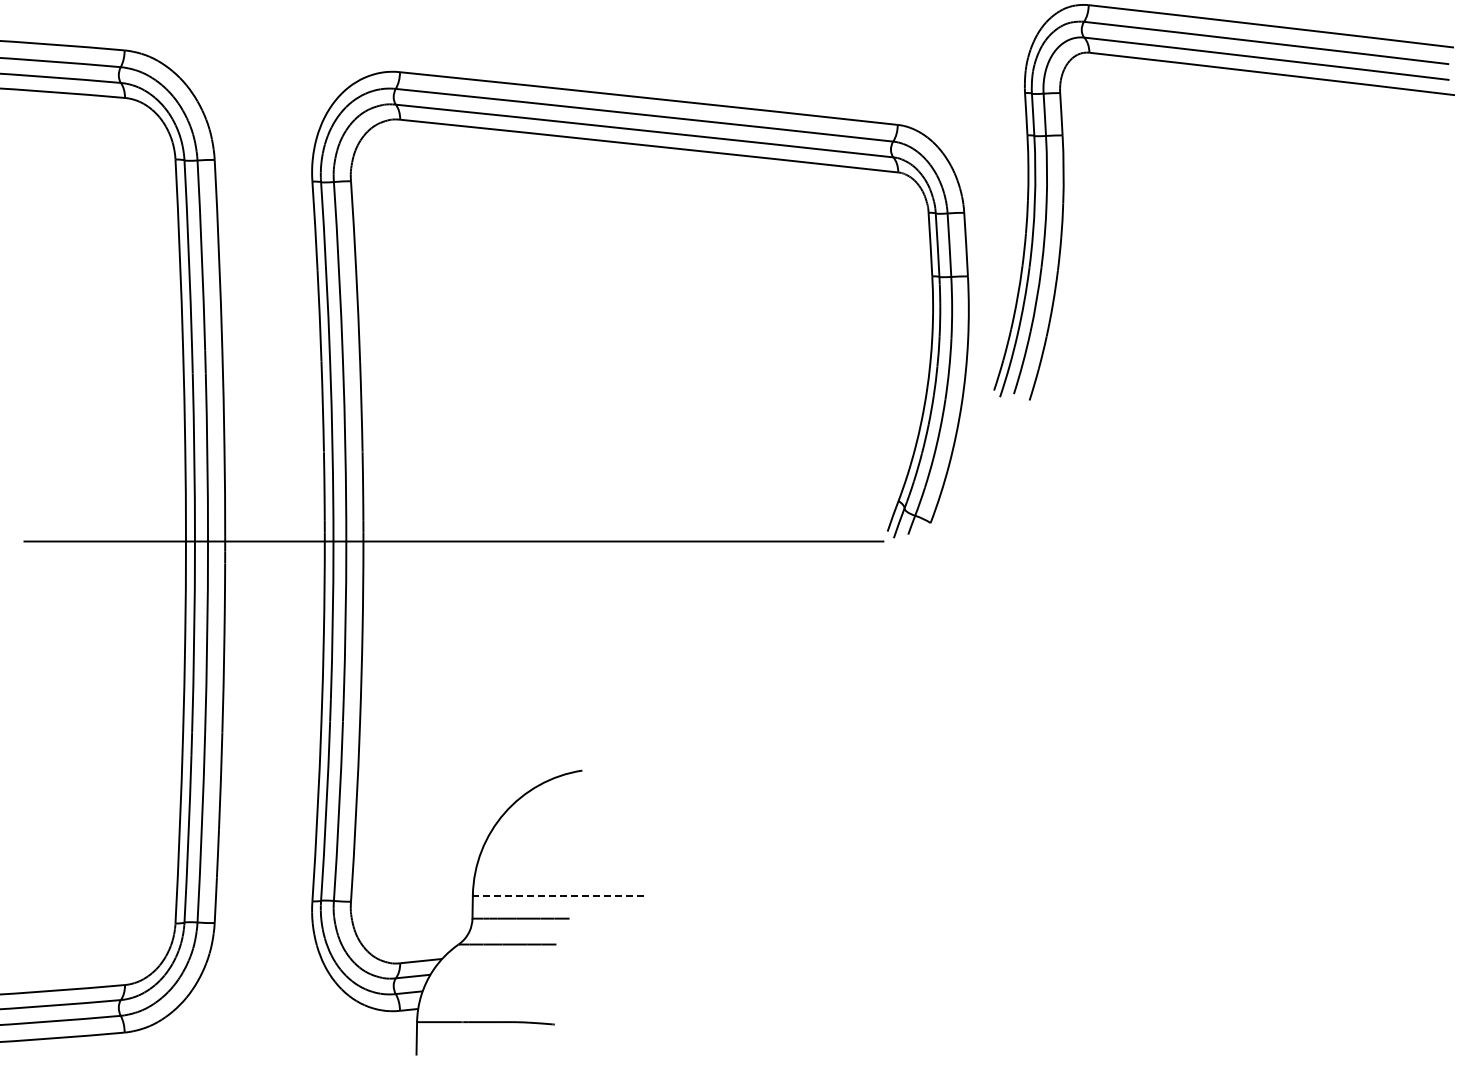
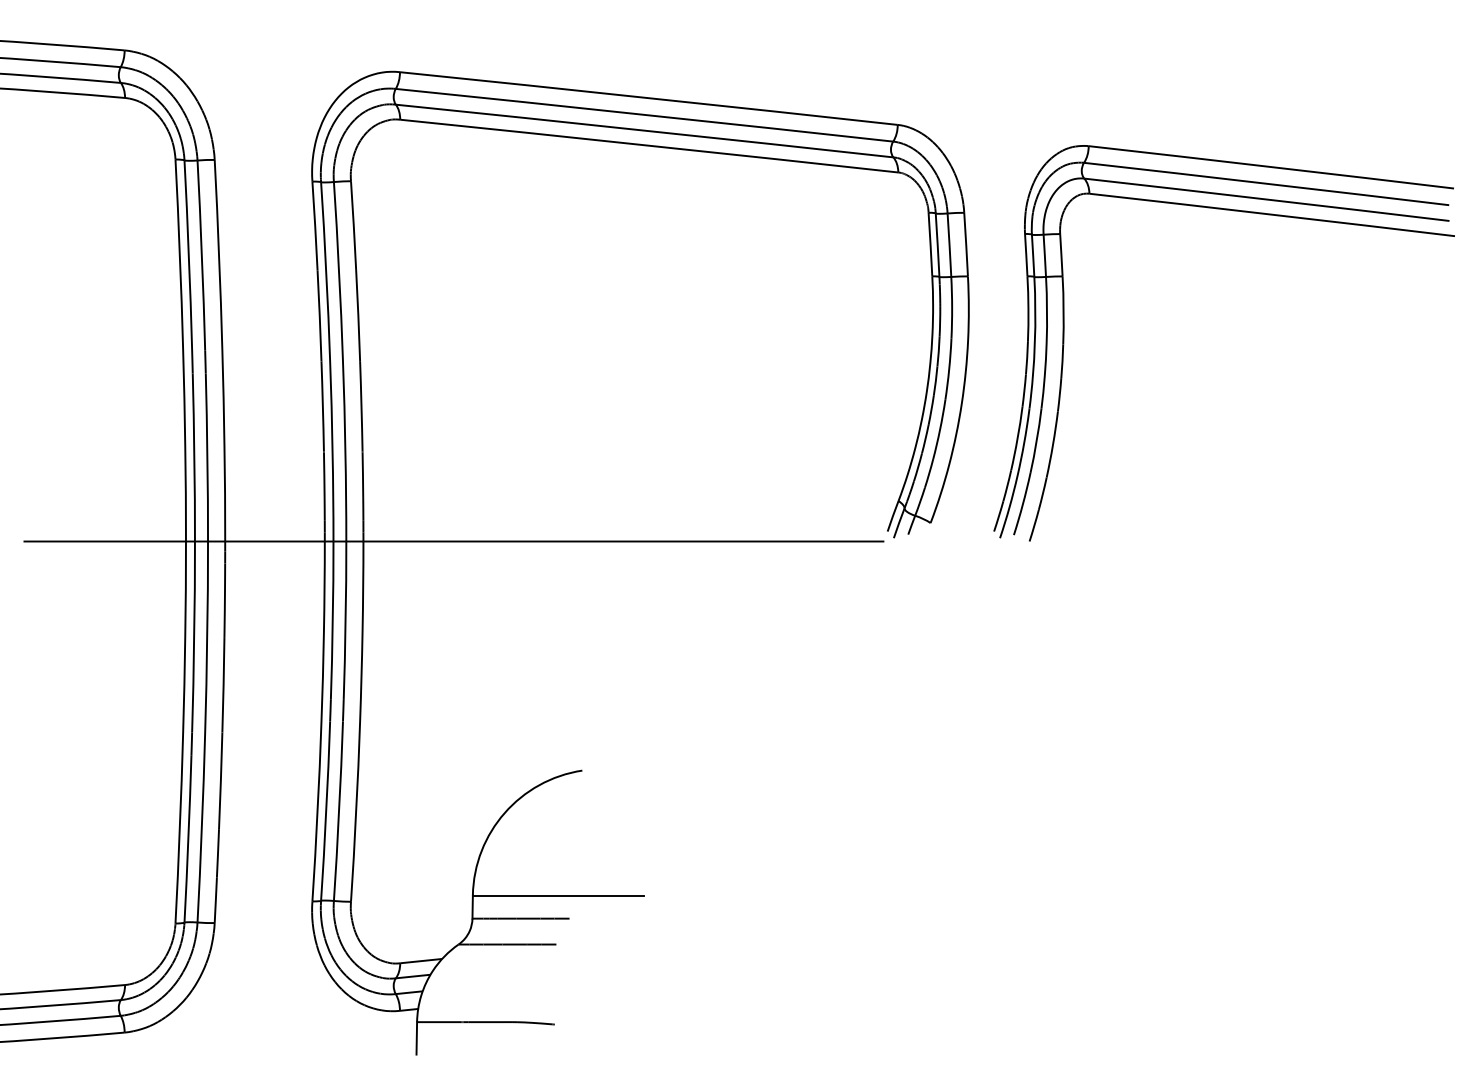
part at (1242, 71) position: (1242, 71) -> (1242, 212)
line at (558, 895): dashed -> solid
